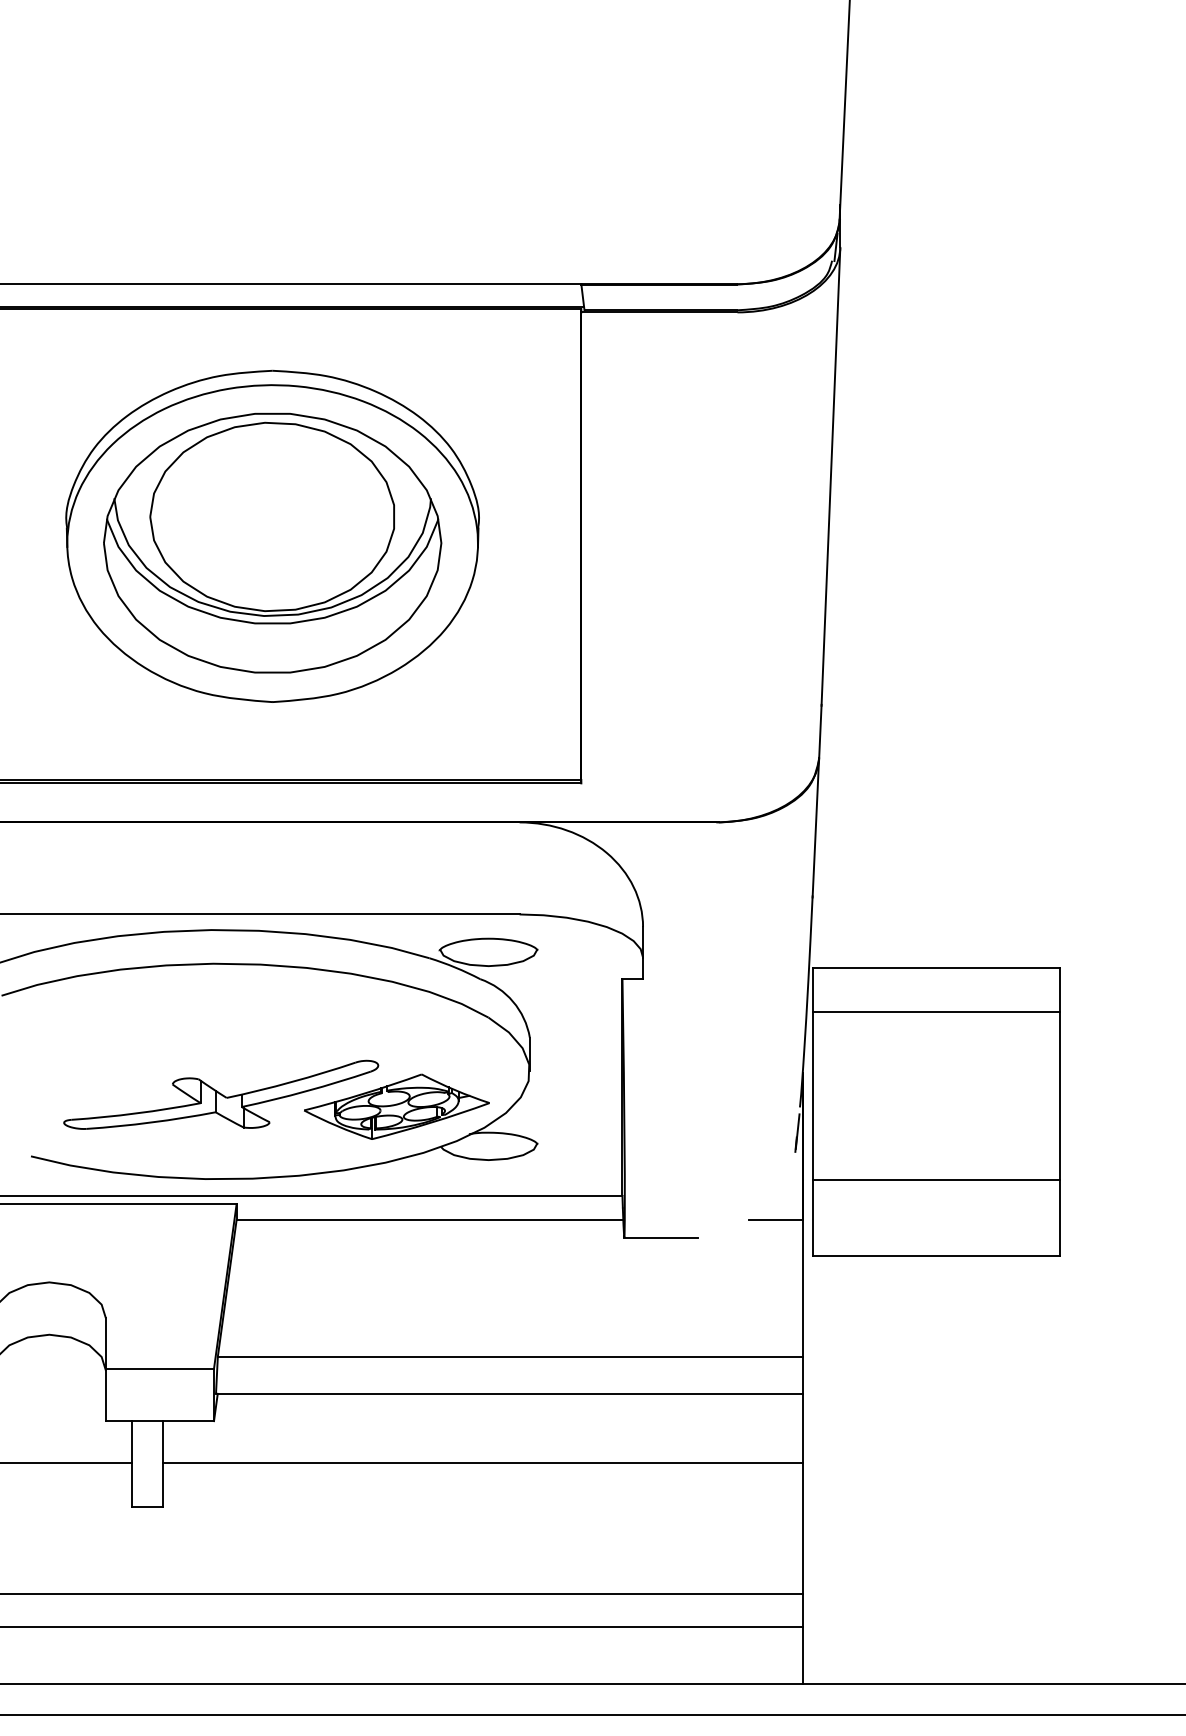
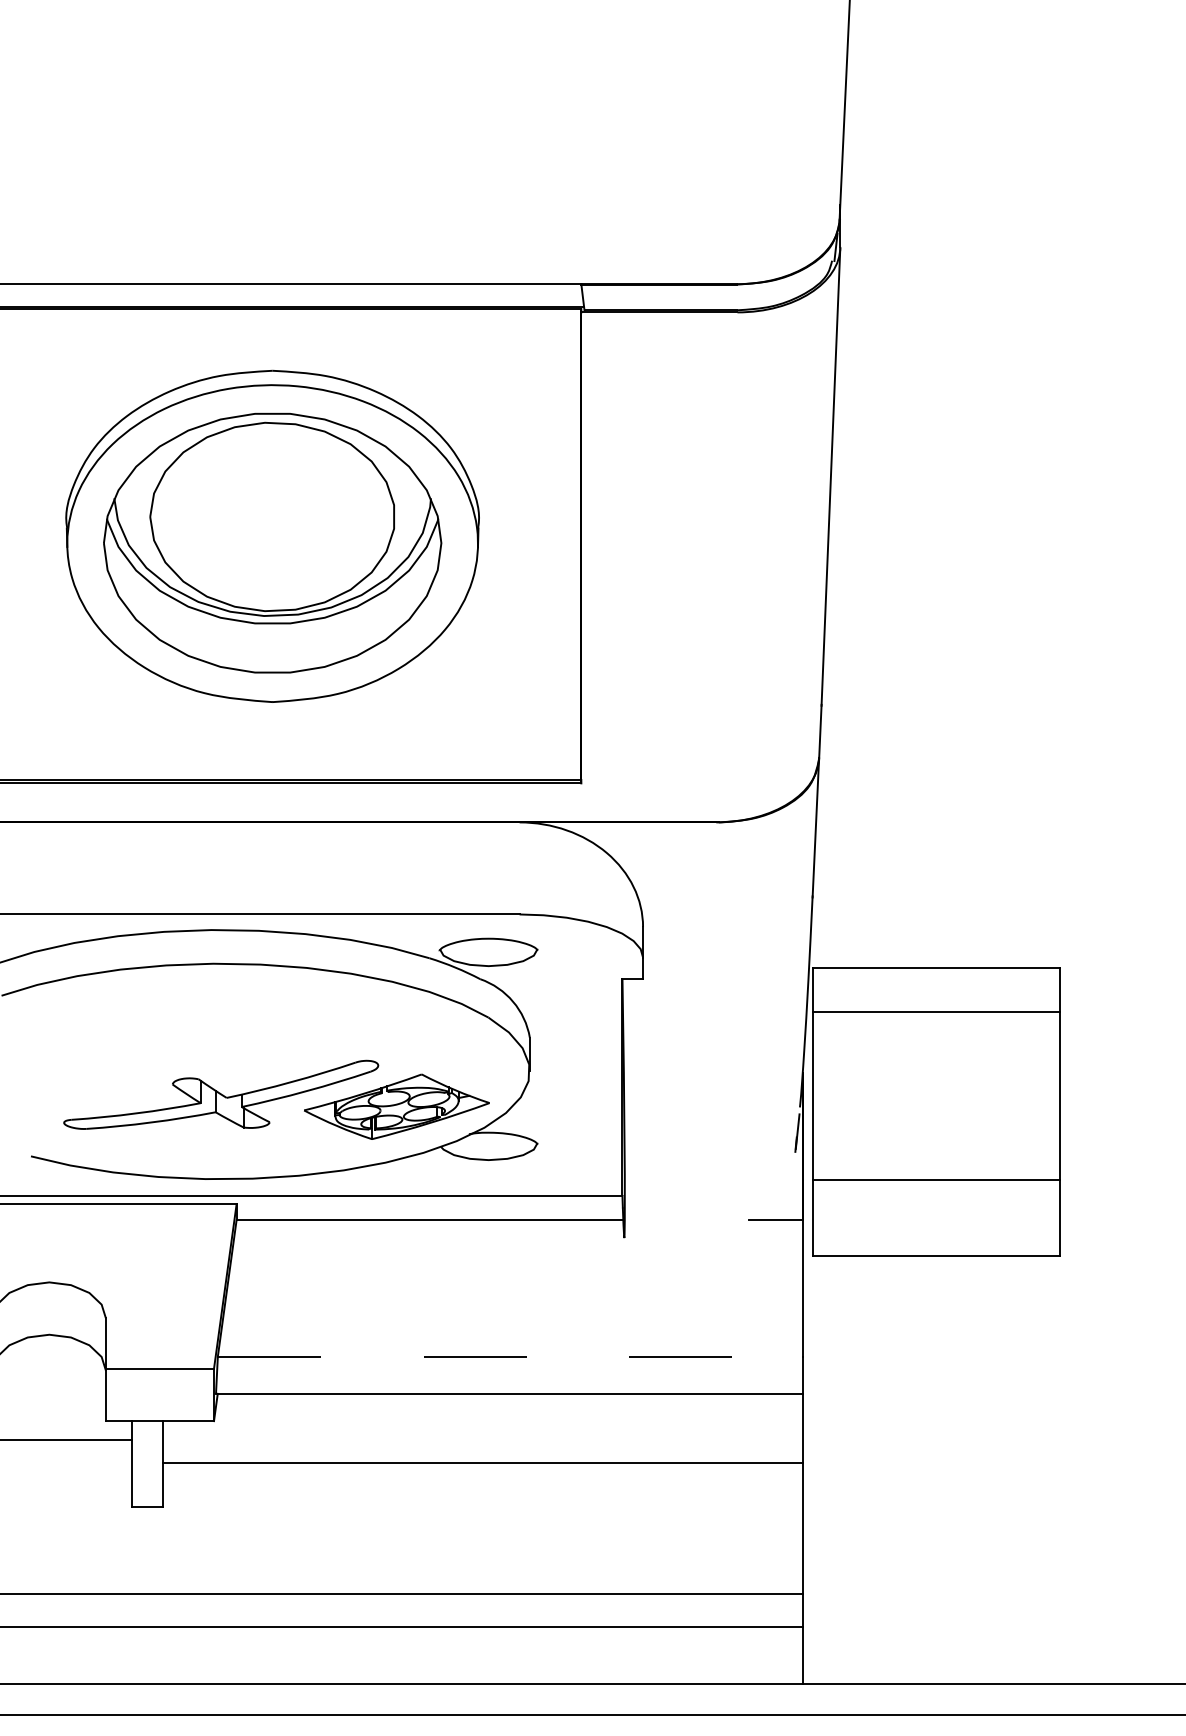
line at (660, 1238): present -> none
line at (510, 1356): solid -> dashed
line at (66, 1462) position: (66, 1462) -> (66, 1439)
